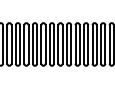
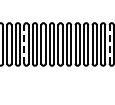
line at (24, 43): solid -> dashed
line at (109, 43): solid -> dashed
